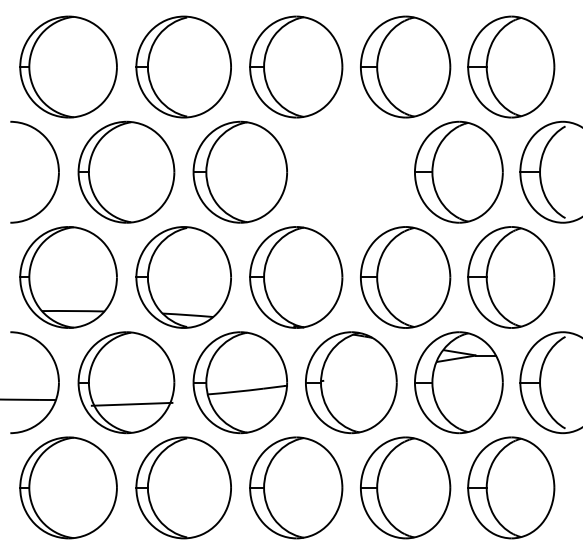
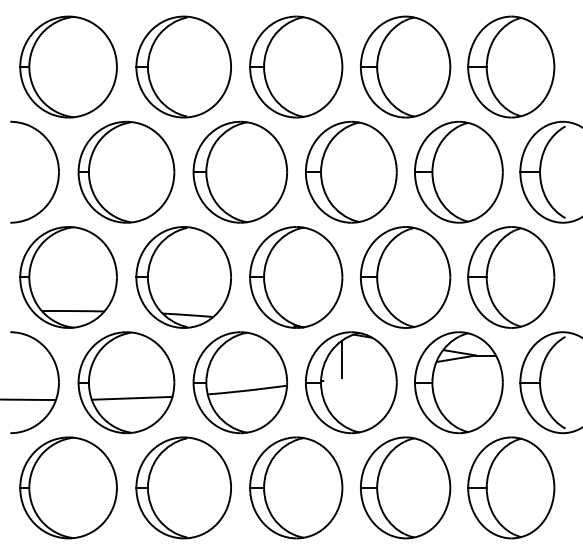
part at (351, 171): none -> present
line at (341, 359): none -> present
line at (131, 403) position: (131, 403) -> (131, 397)
